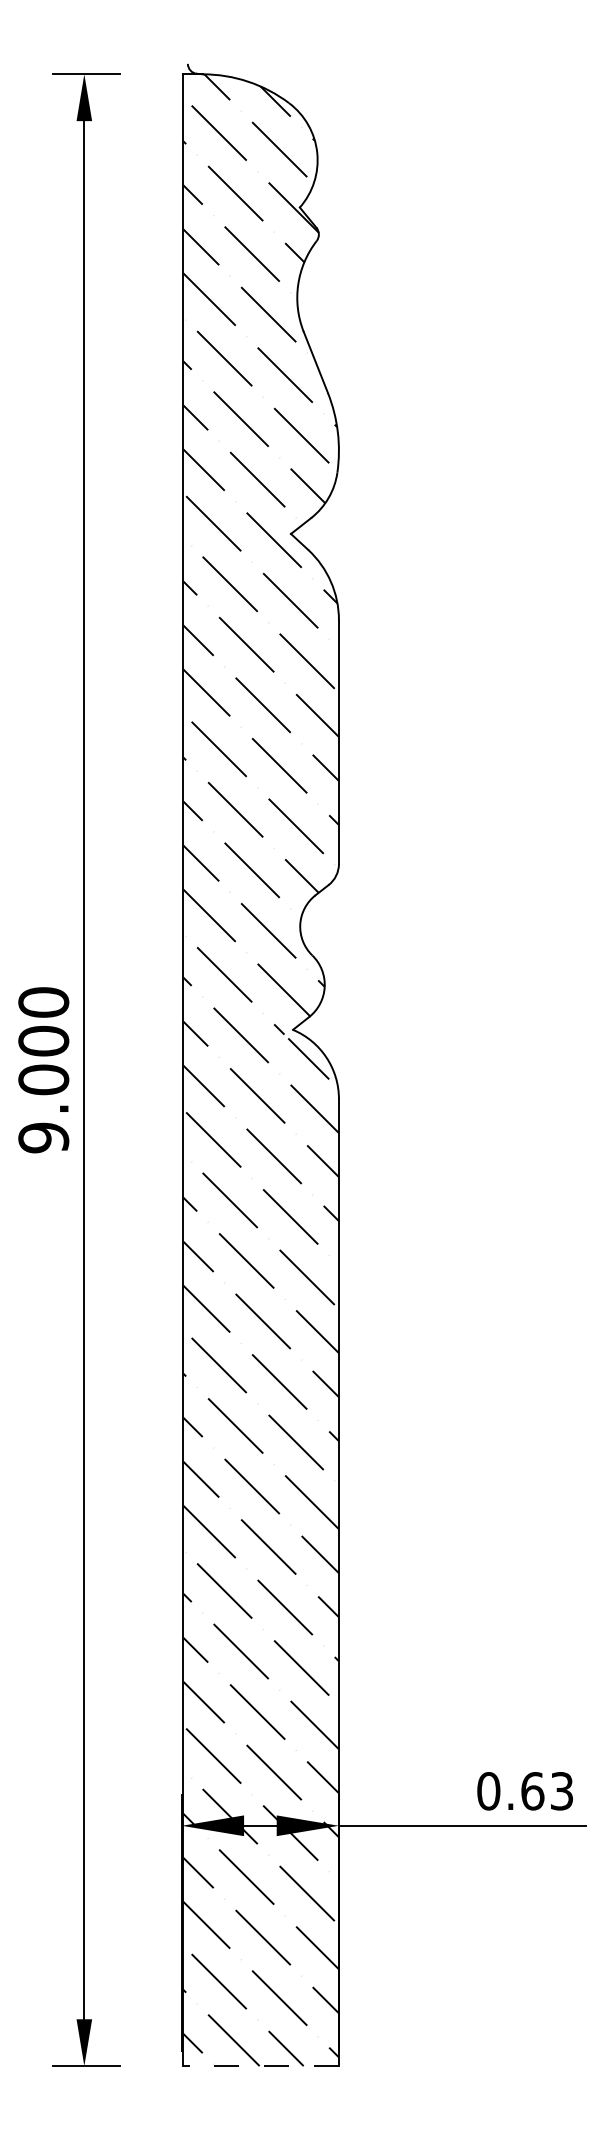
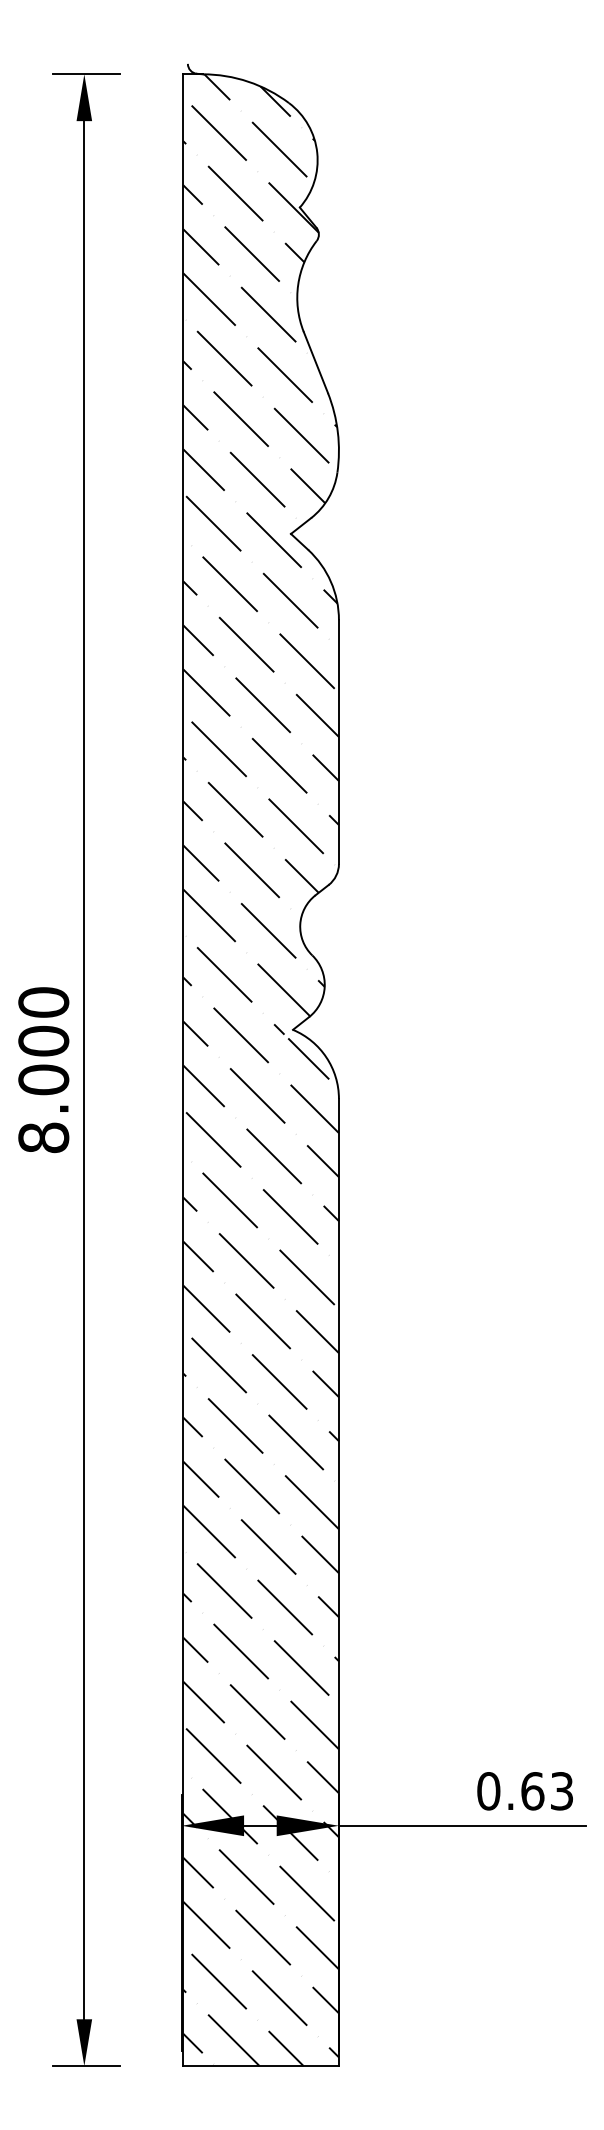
text at (43, 1137): 9.000 -> 8.000
line at (261, 2066): dashed -> solid
